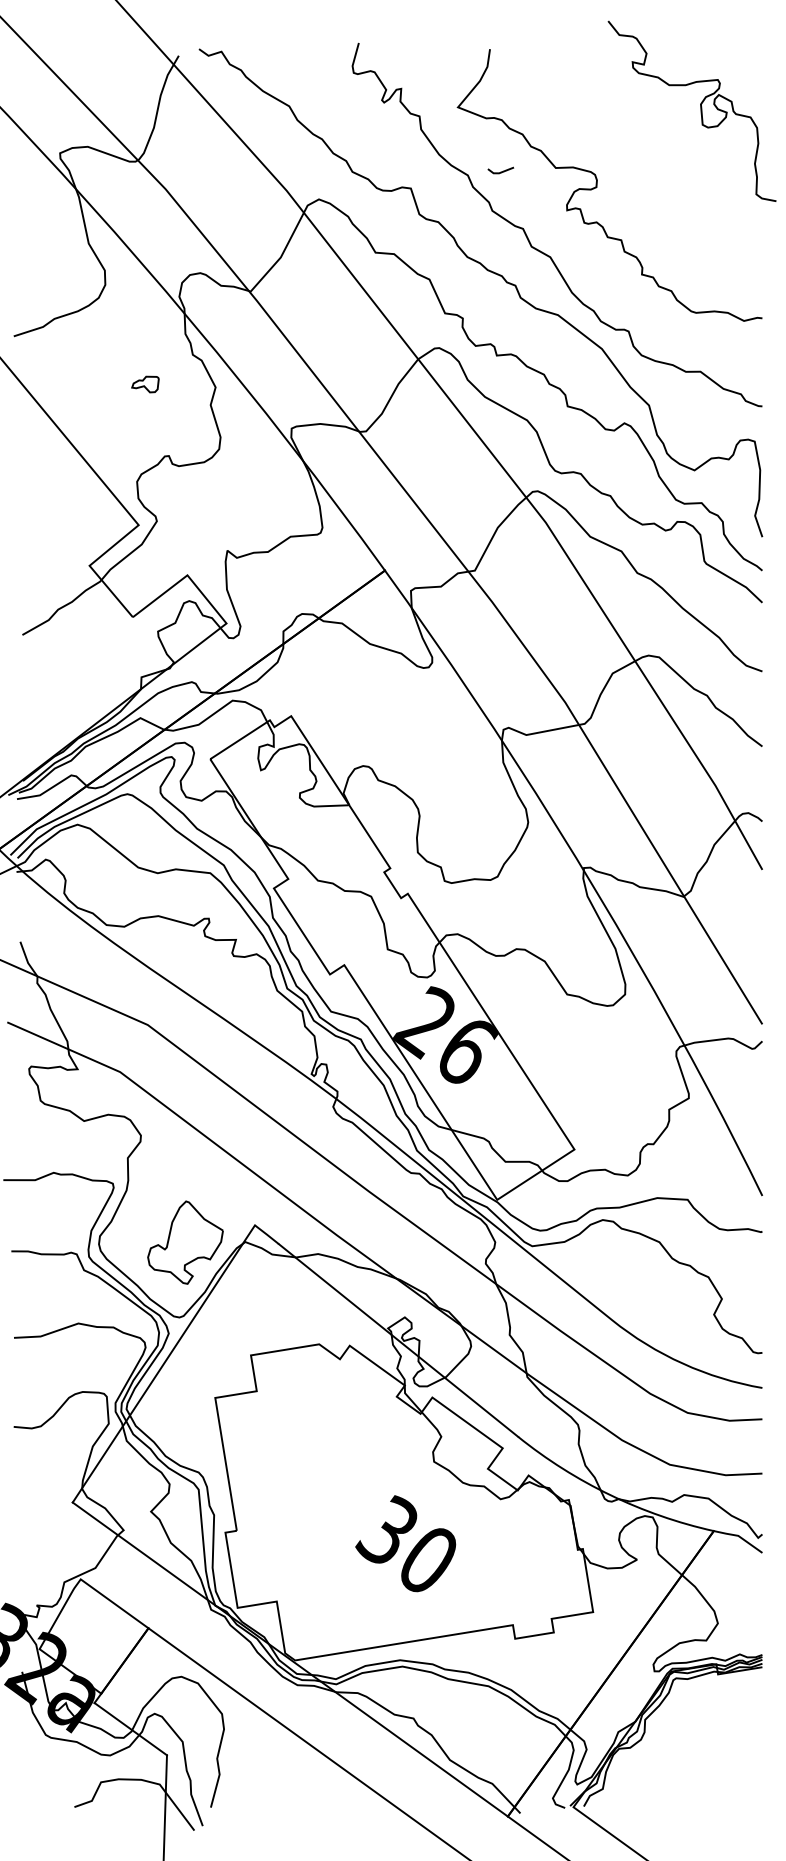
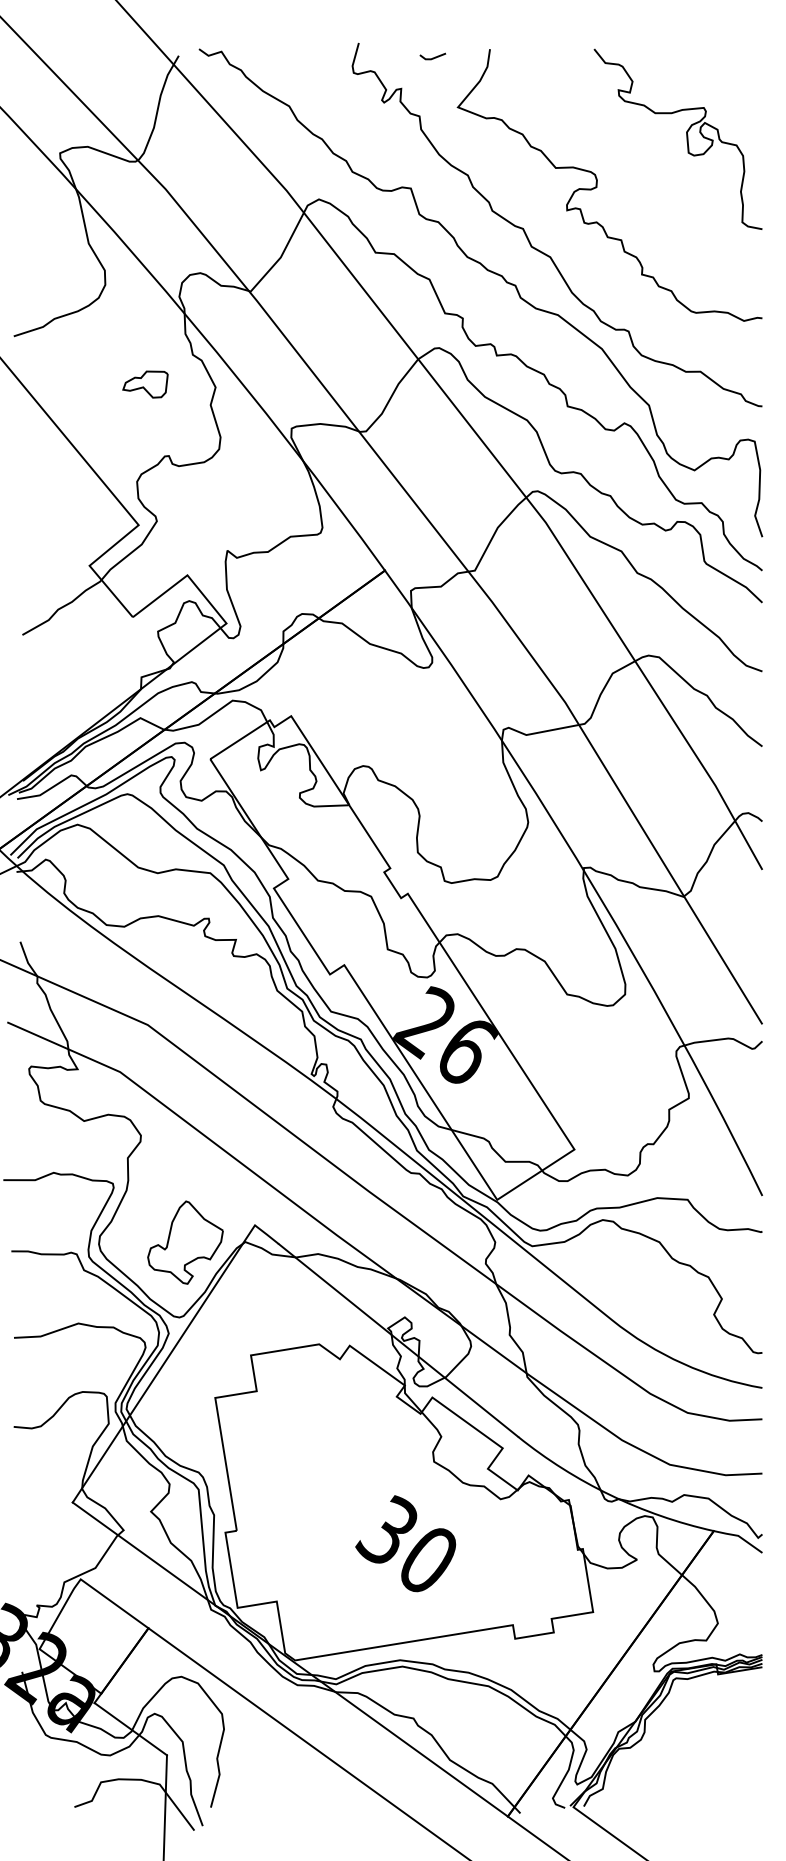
curve at (700, 110) position: (700, 110) -> (686, 138)
line at (500, 171) position: (500, 171) -> (432, 57)
part at (145, 384) size: 29x19 px -> 47x29 px
